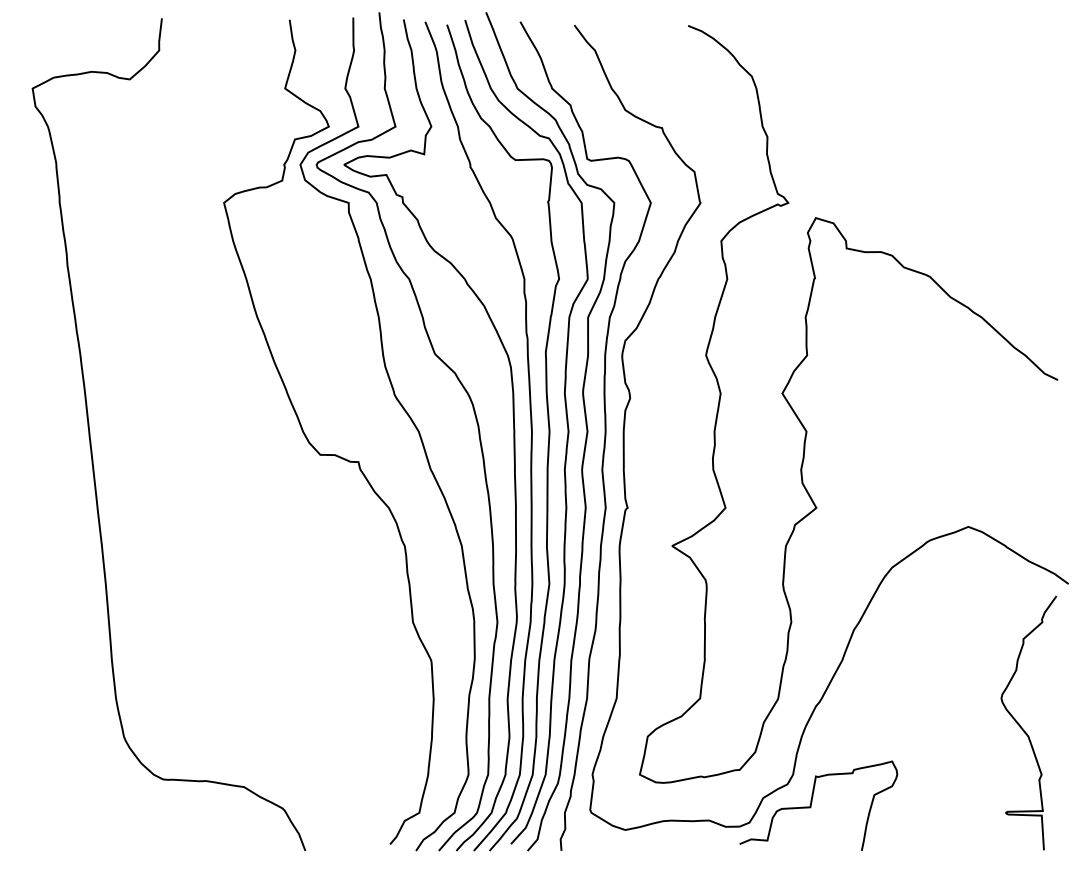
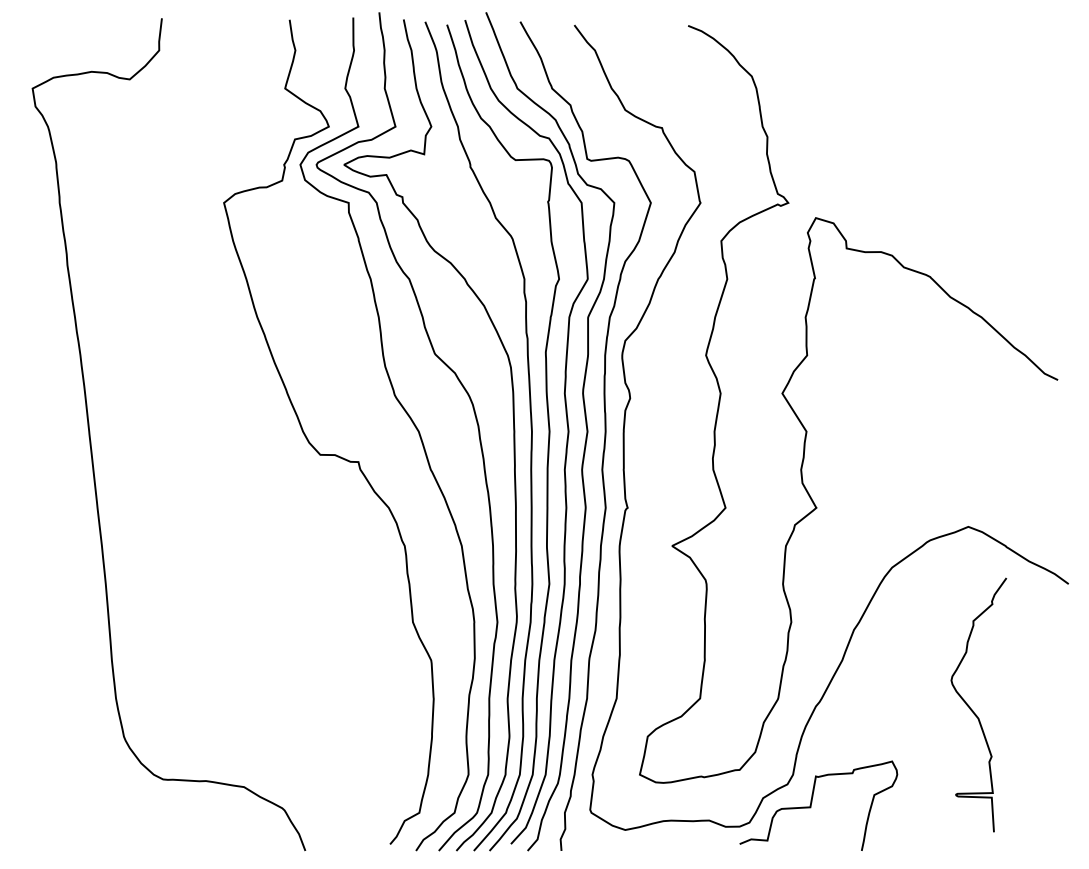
curve at (1022, 727) position: (1022, 727) -> (972, 709)
